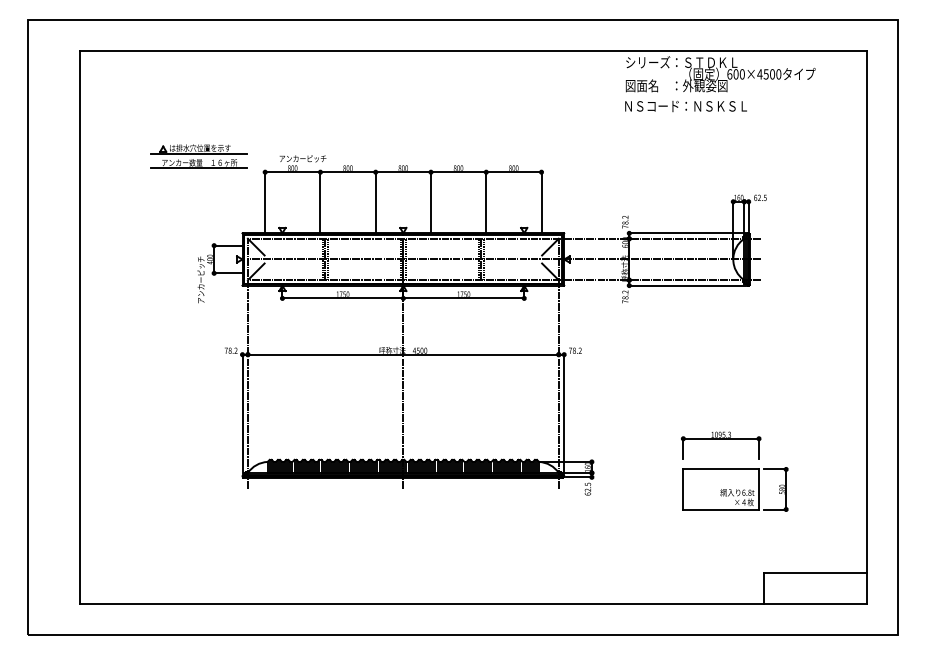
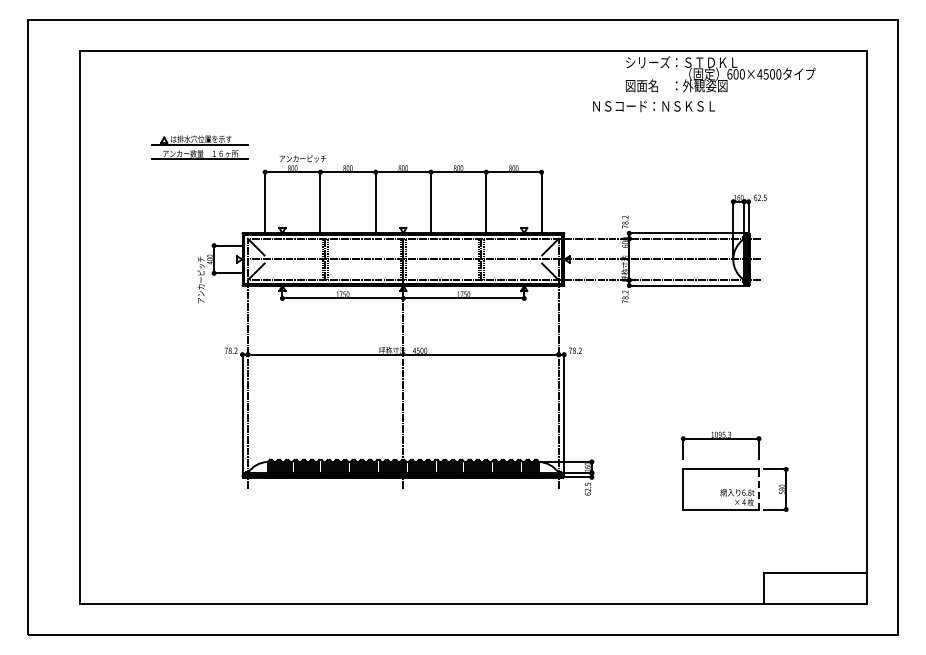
text at (685, 106) position: (685, 106) -> (653, 106)
part at (198, 156) position: (198, 156) -> (199, 147)
line at (759, 488): solid -> dashed
